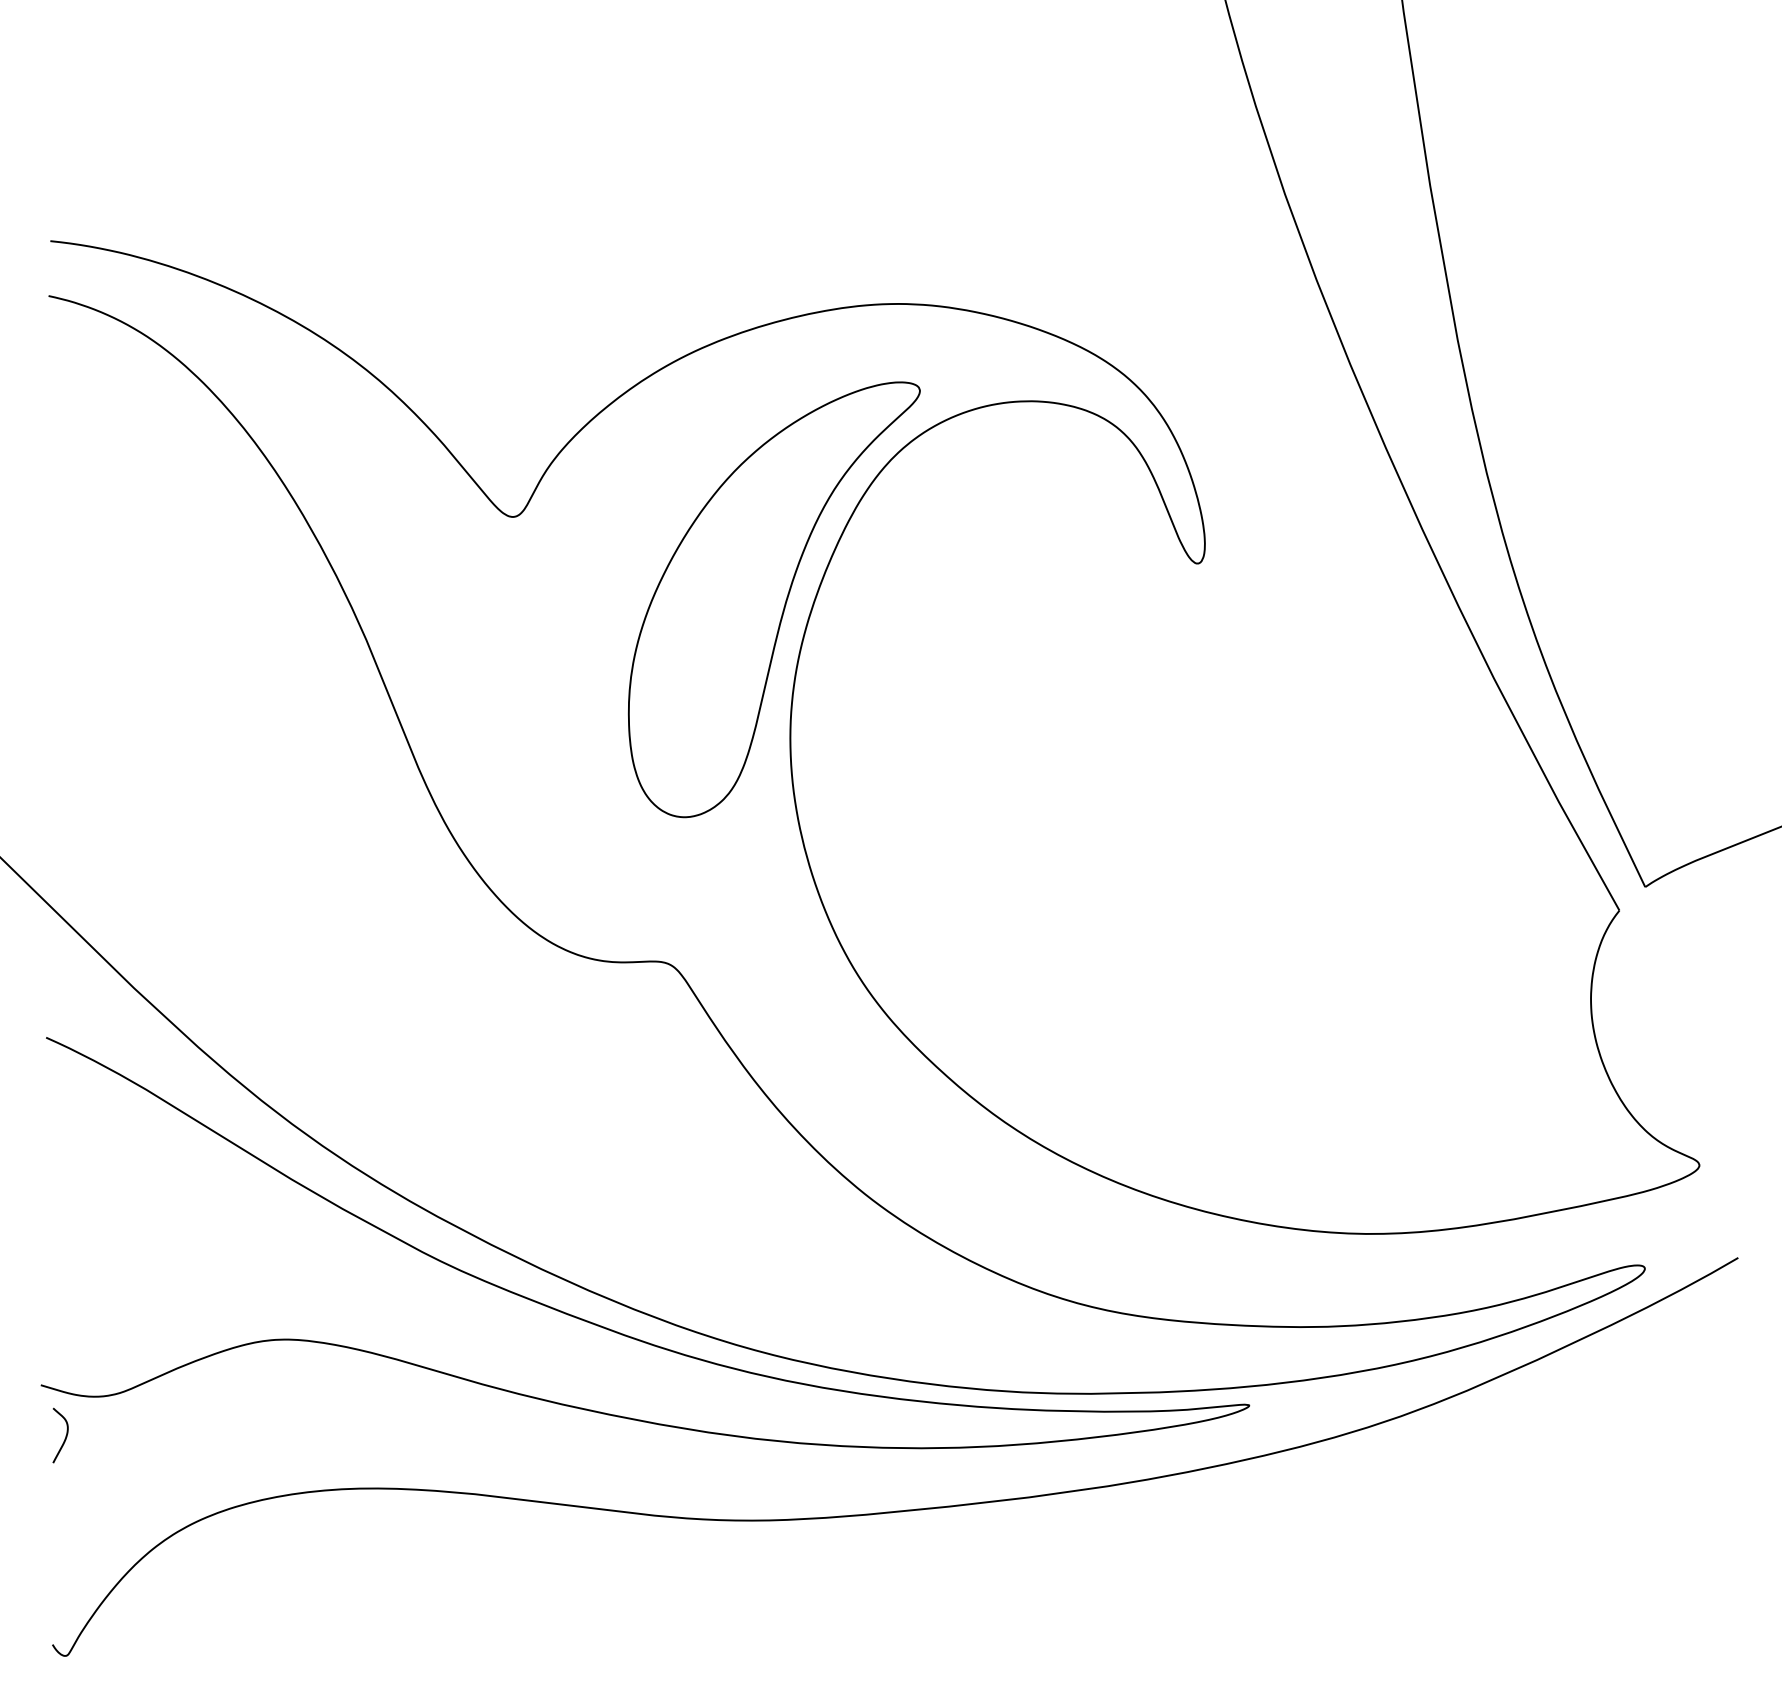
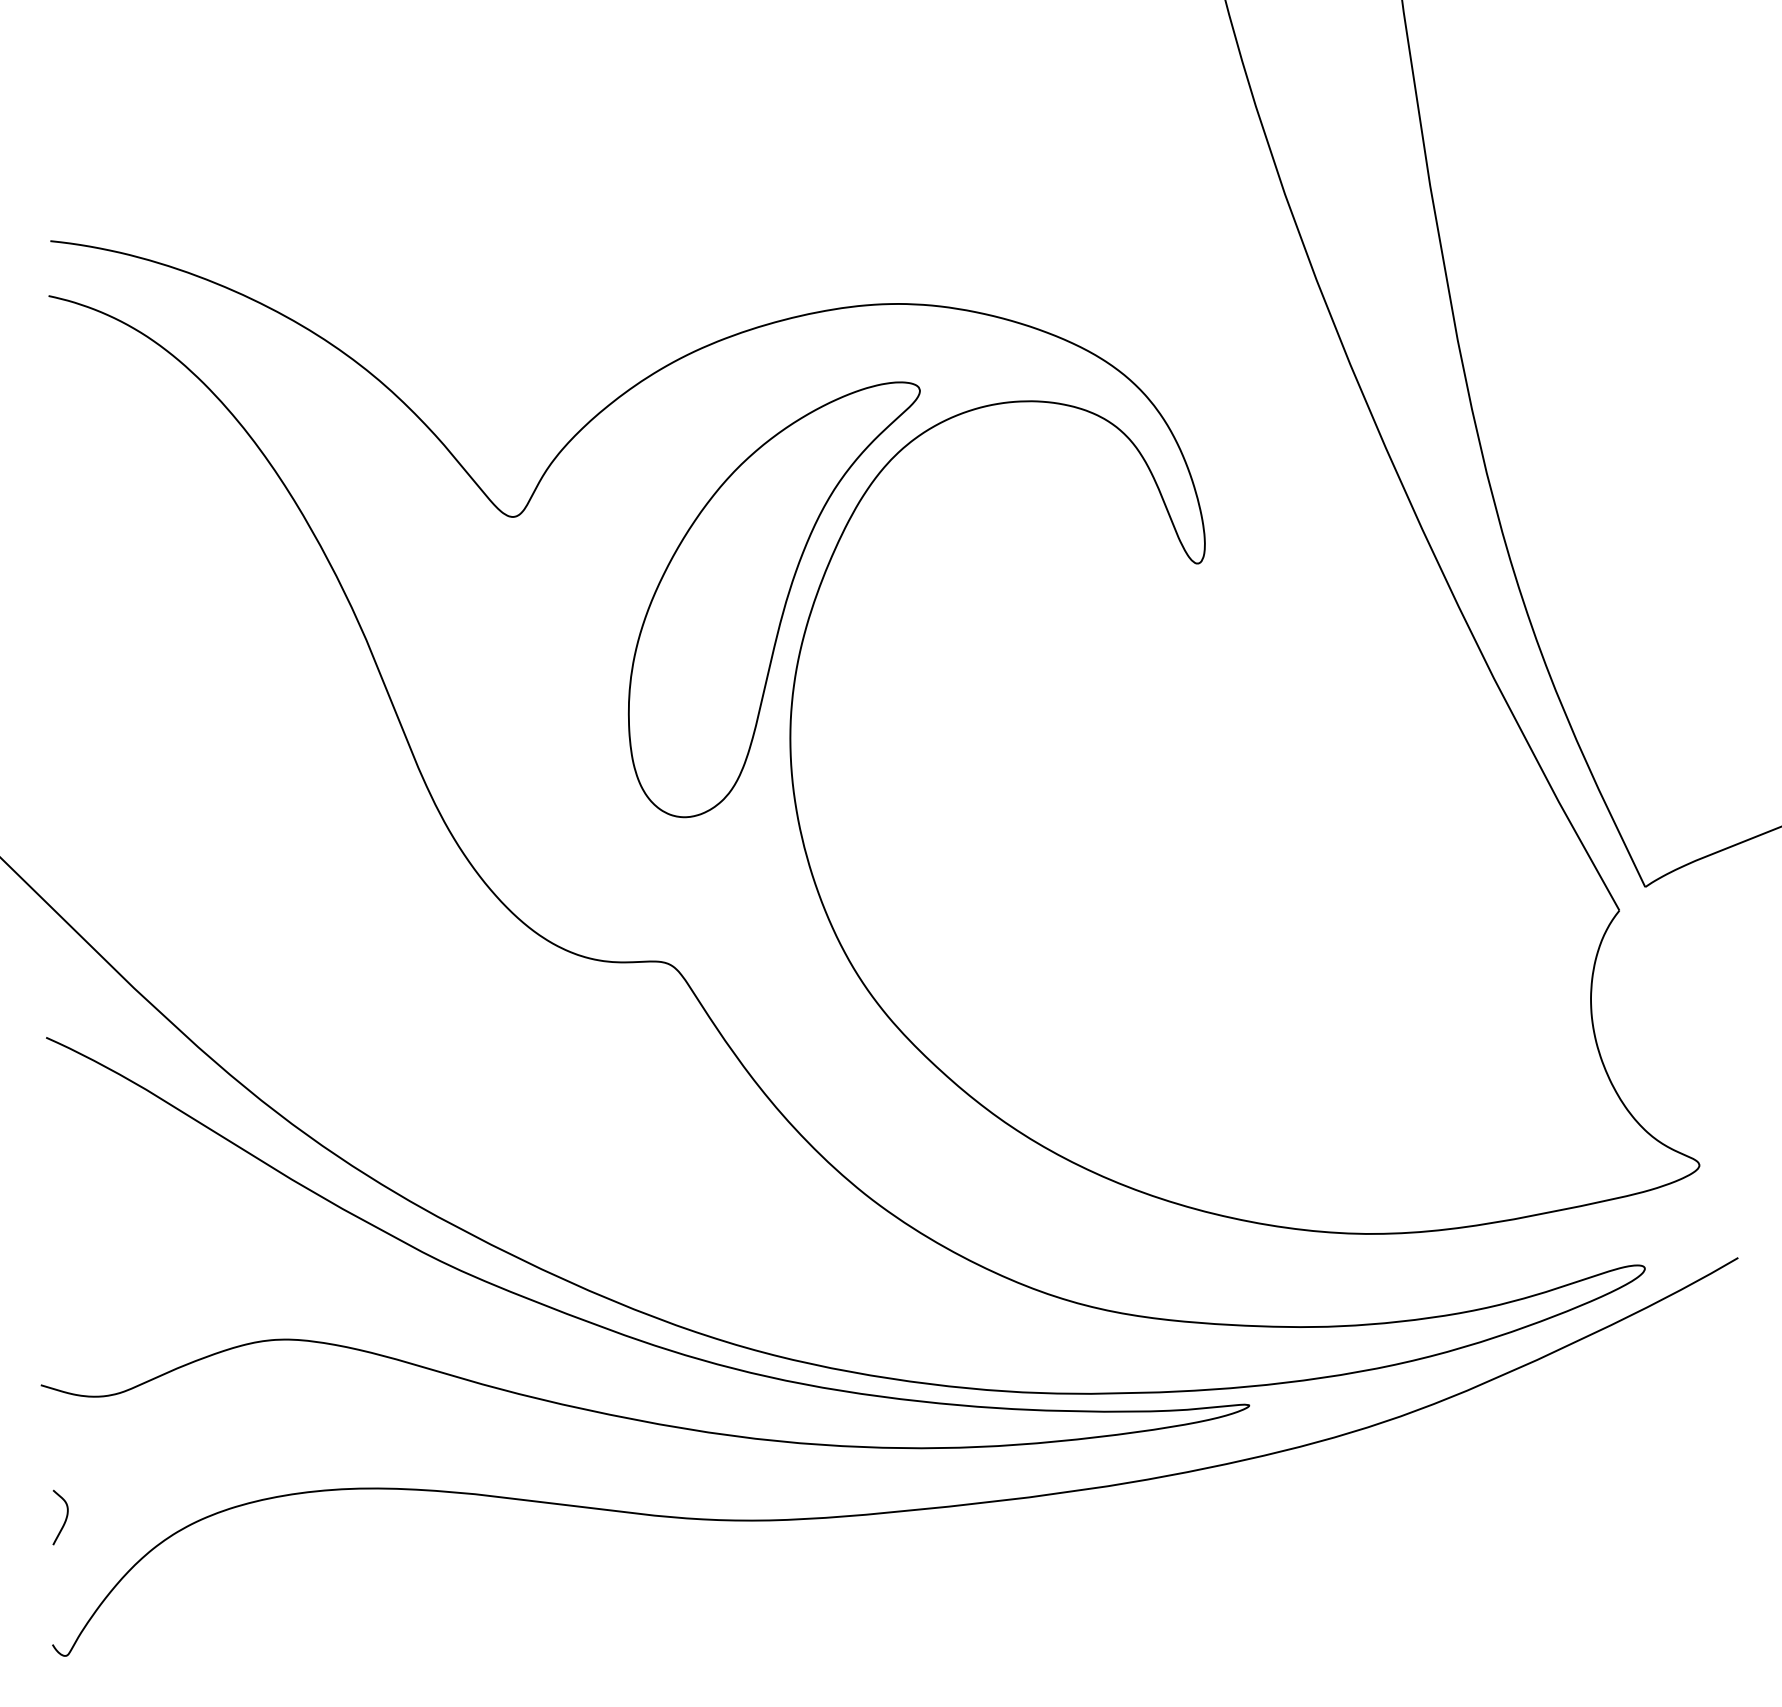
curve at (65, 1435) position: (65, 1435) -> (65, 1517)
